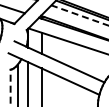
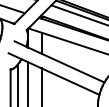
line at (79, 15): dashed -> solid
line at (10, 87): dashed -> solid
